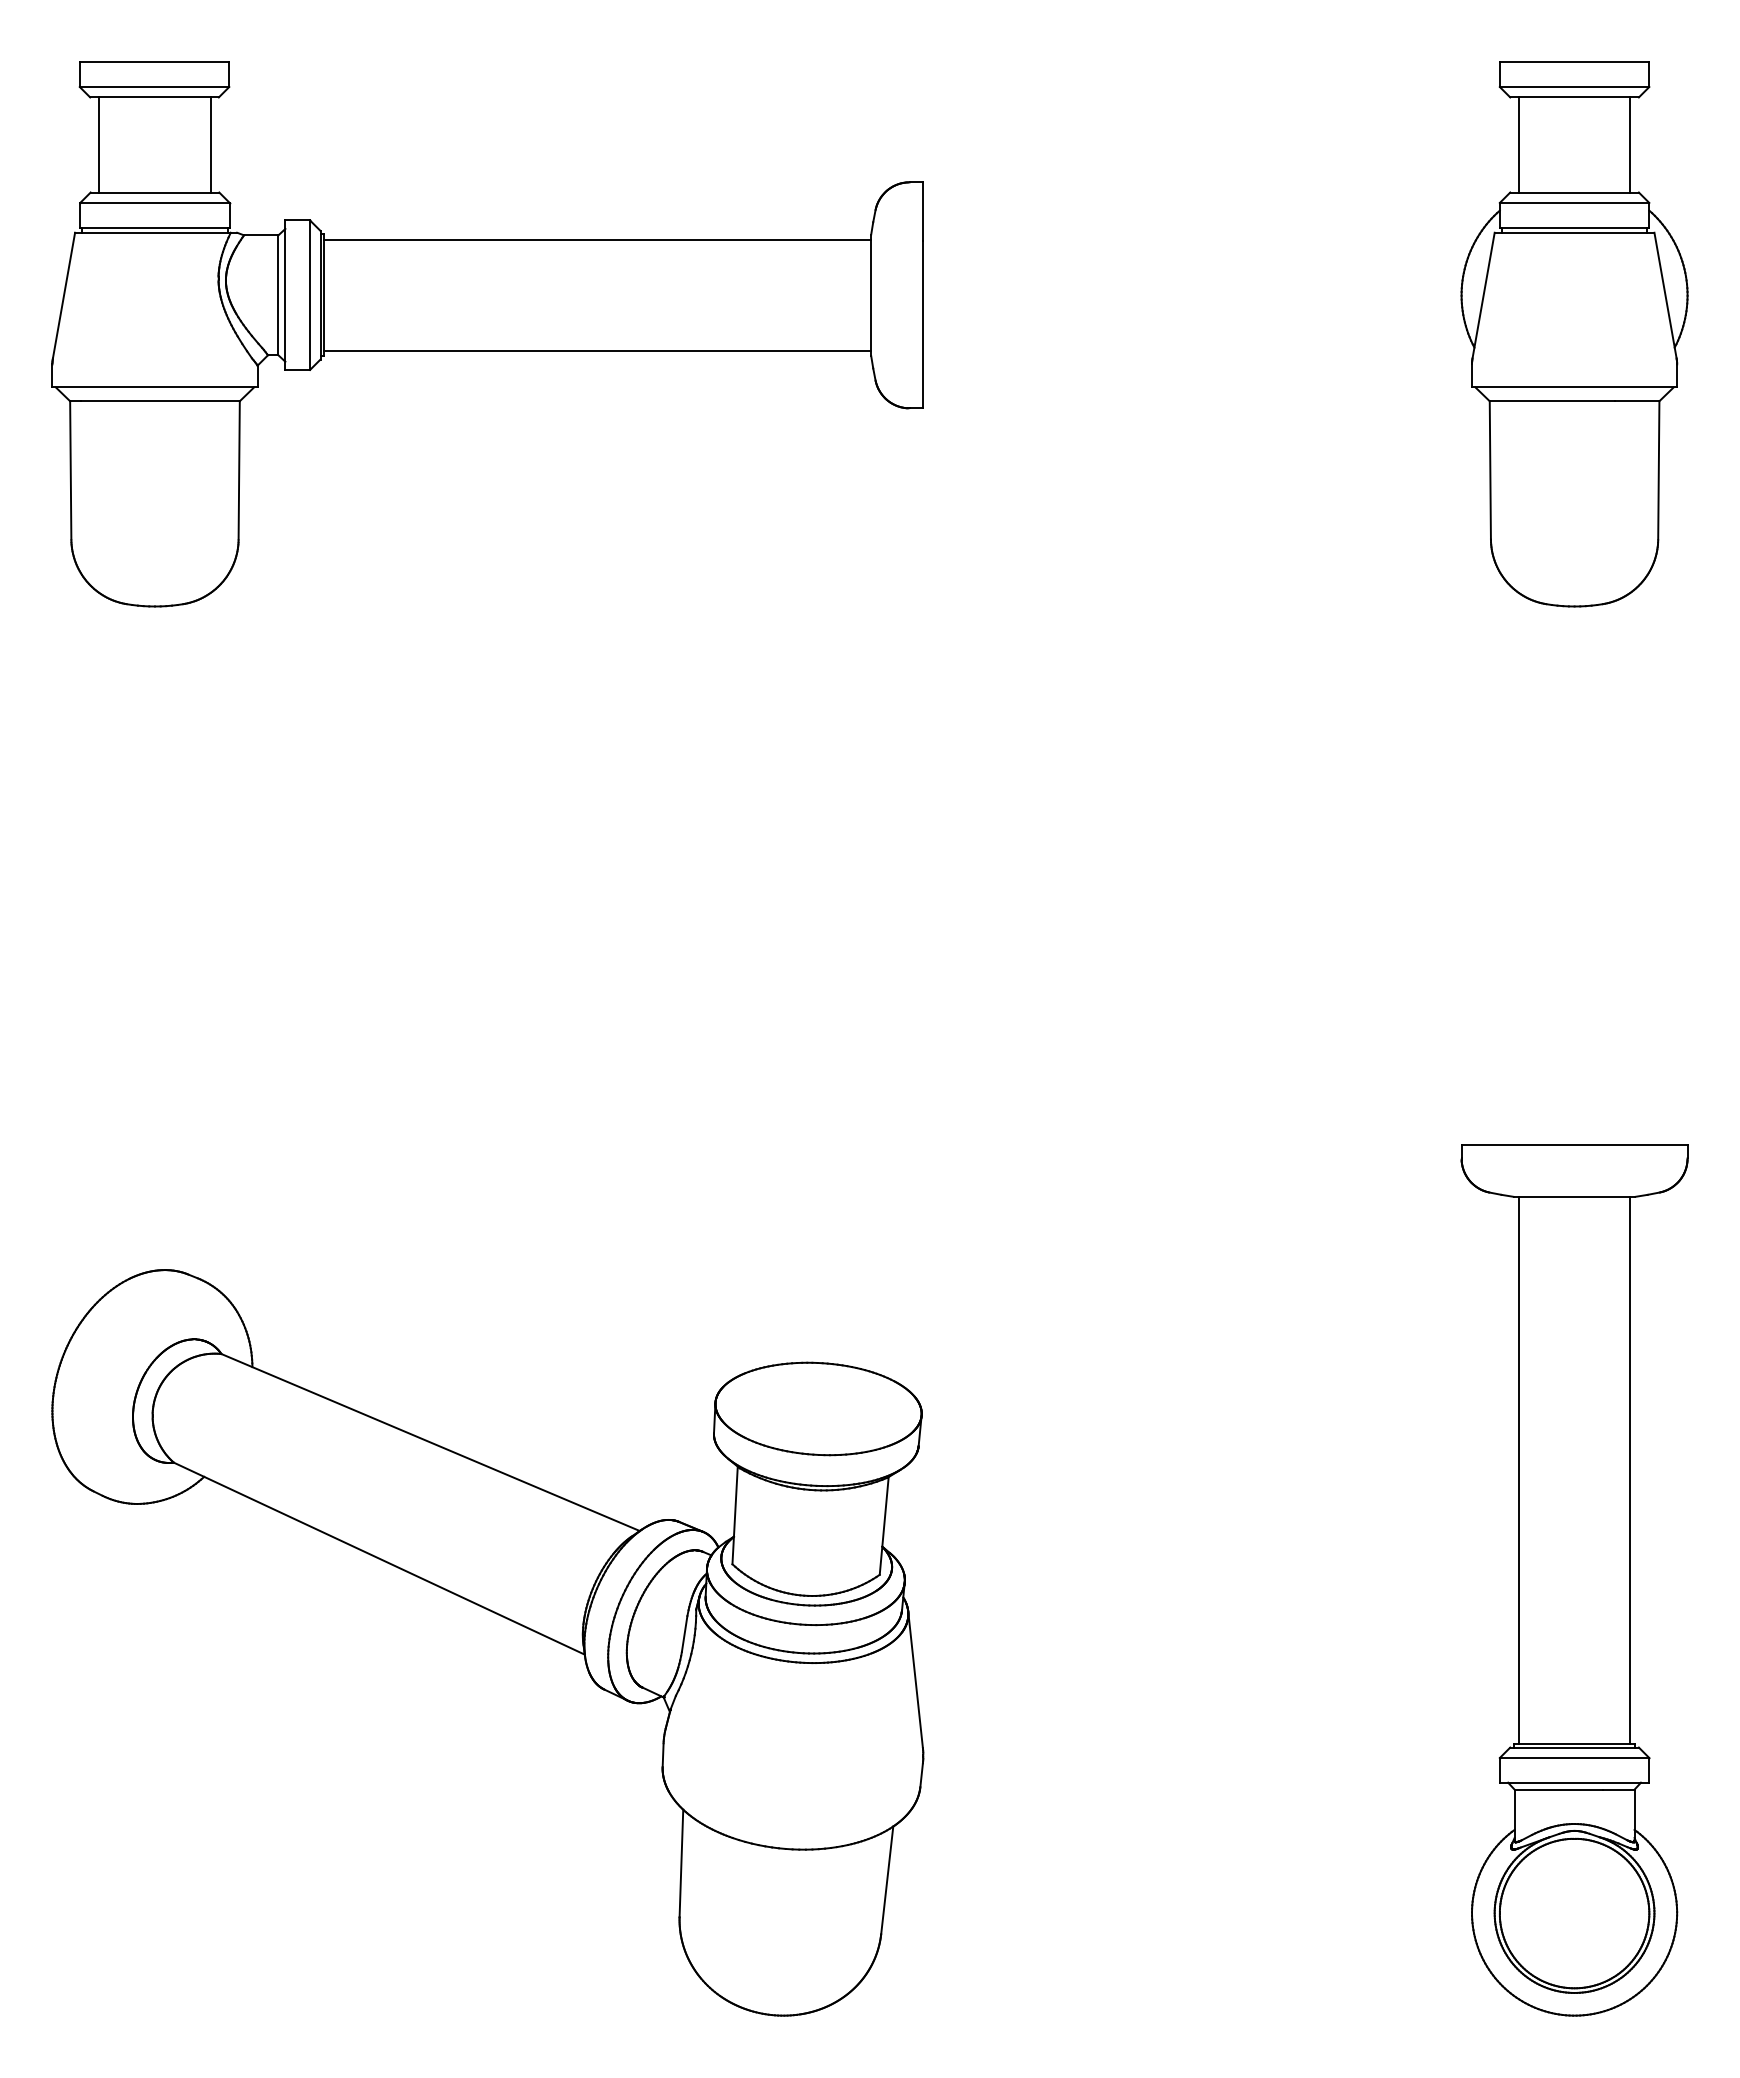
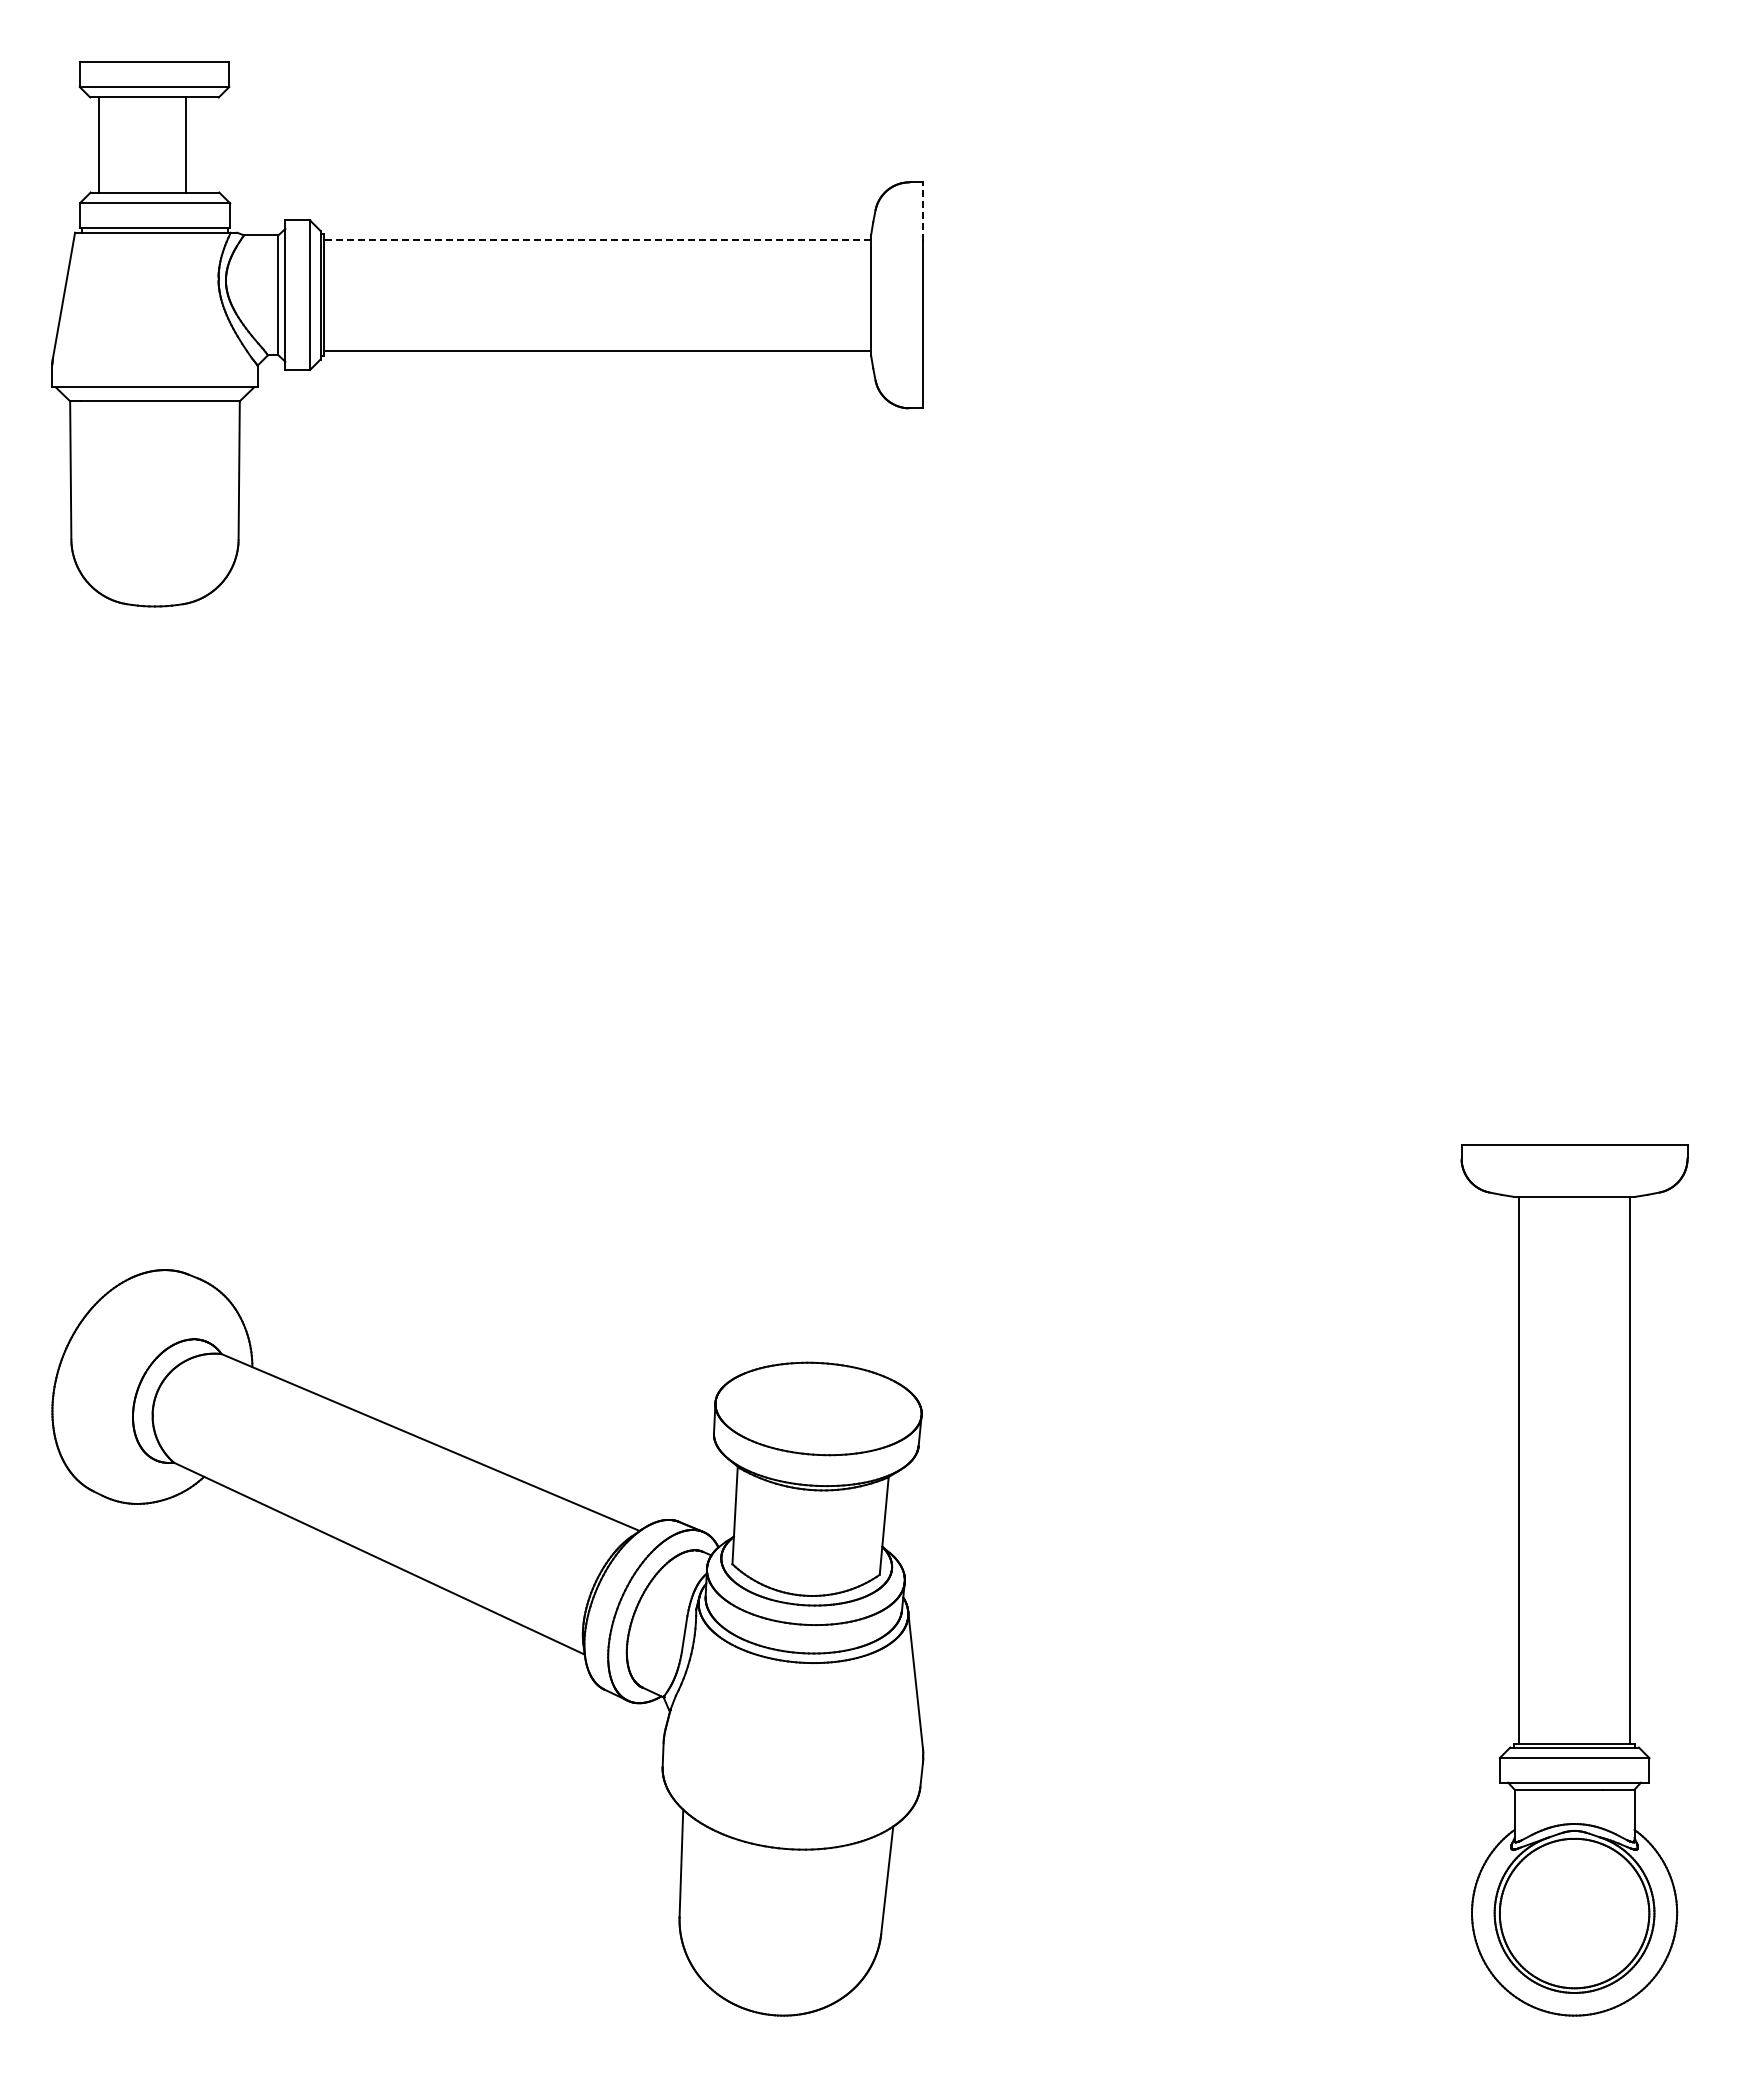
line at (210, 144) position: (210, 144) -> (185, 144)
line at (923, 211): solid -> dashed
line at (597, 239): solid -> dashed
part at (1574, 334): present -> none
